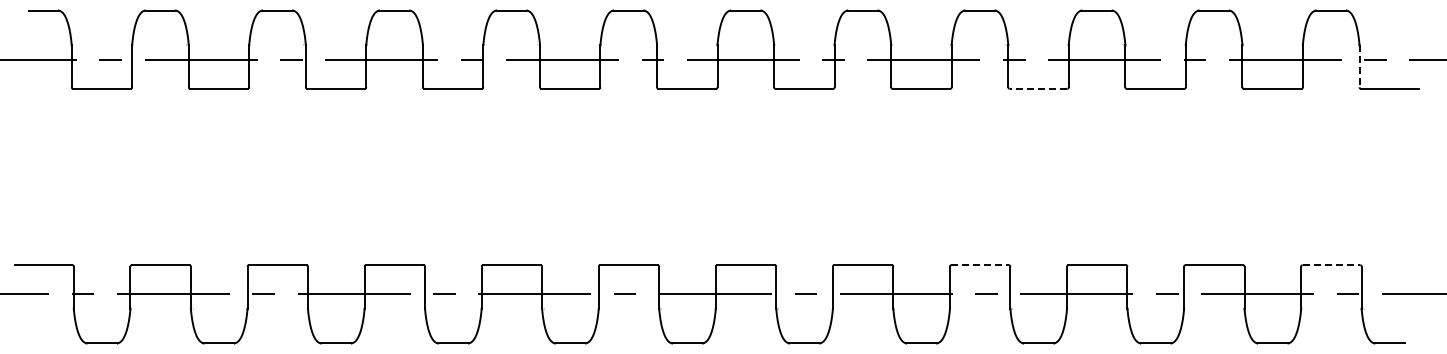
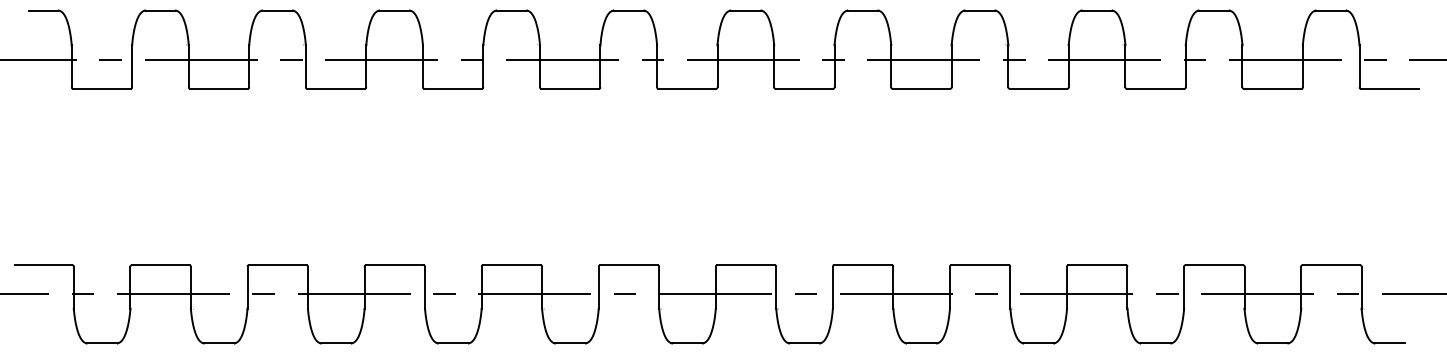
line at (1359, 66): dashed -> solid
line at (1038, 88): dashed -> solid
line at (980, 265): dashed -> solid
line at (1331, 265): dashed -> solid
